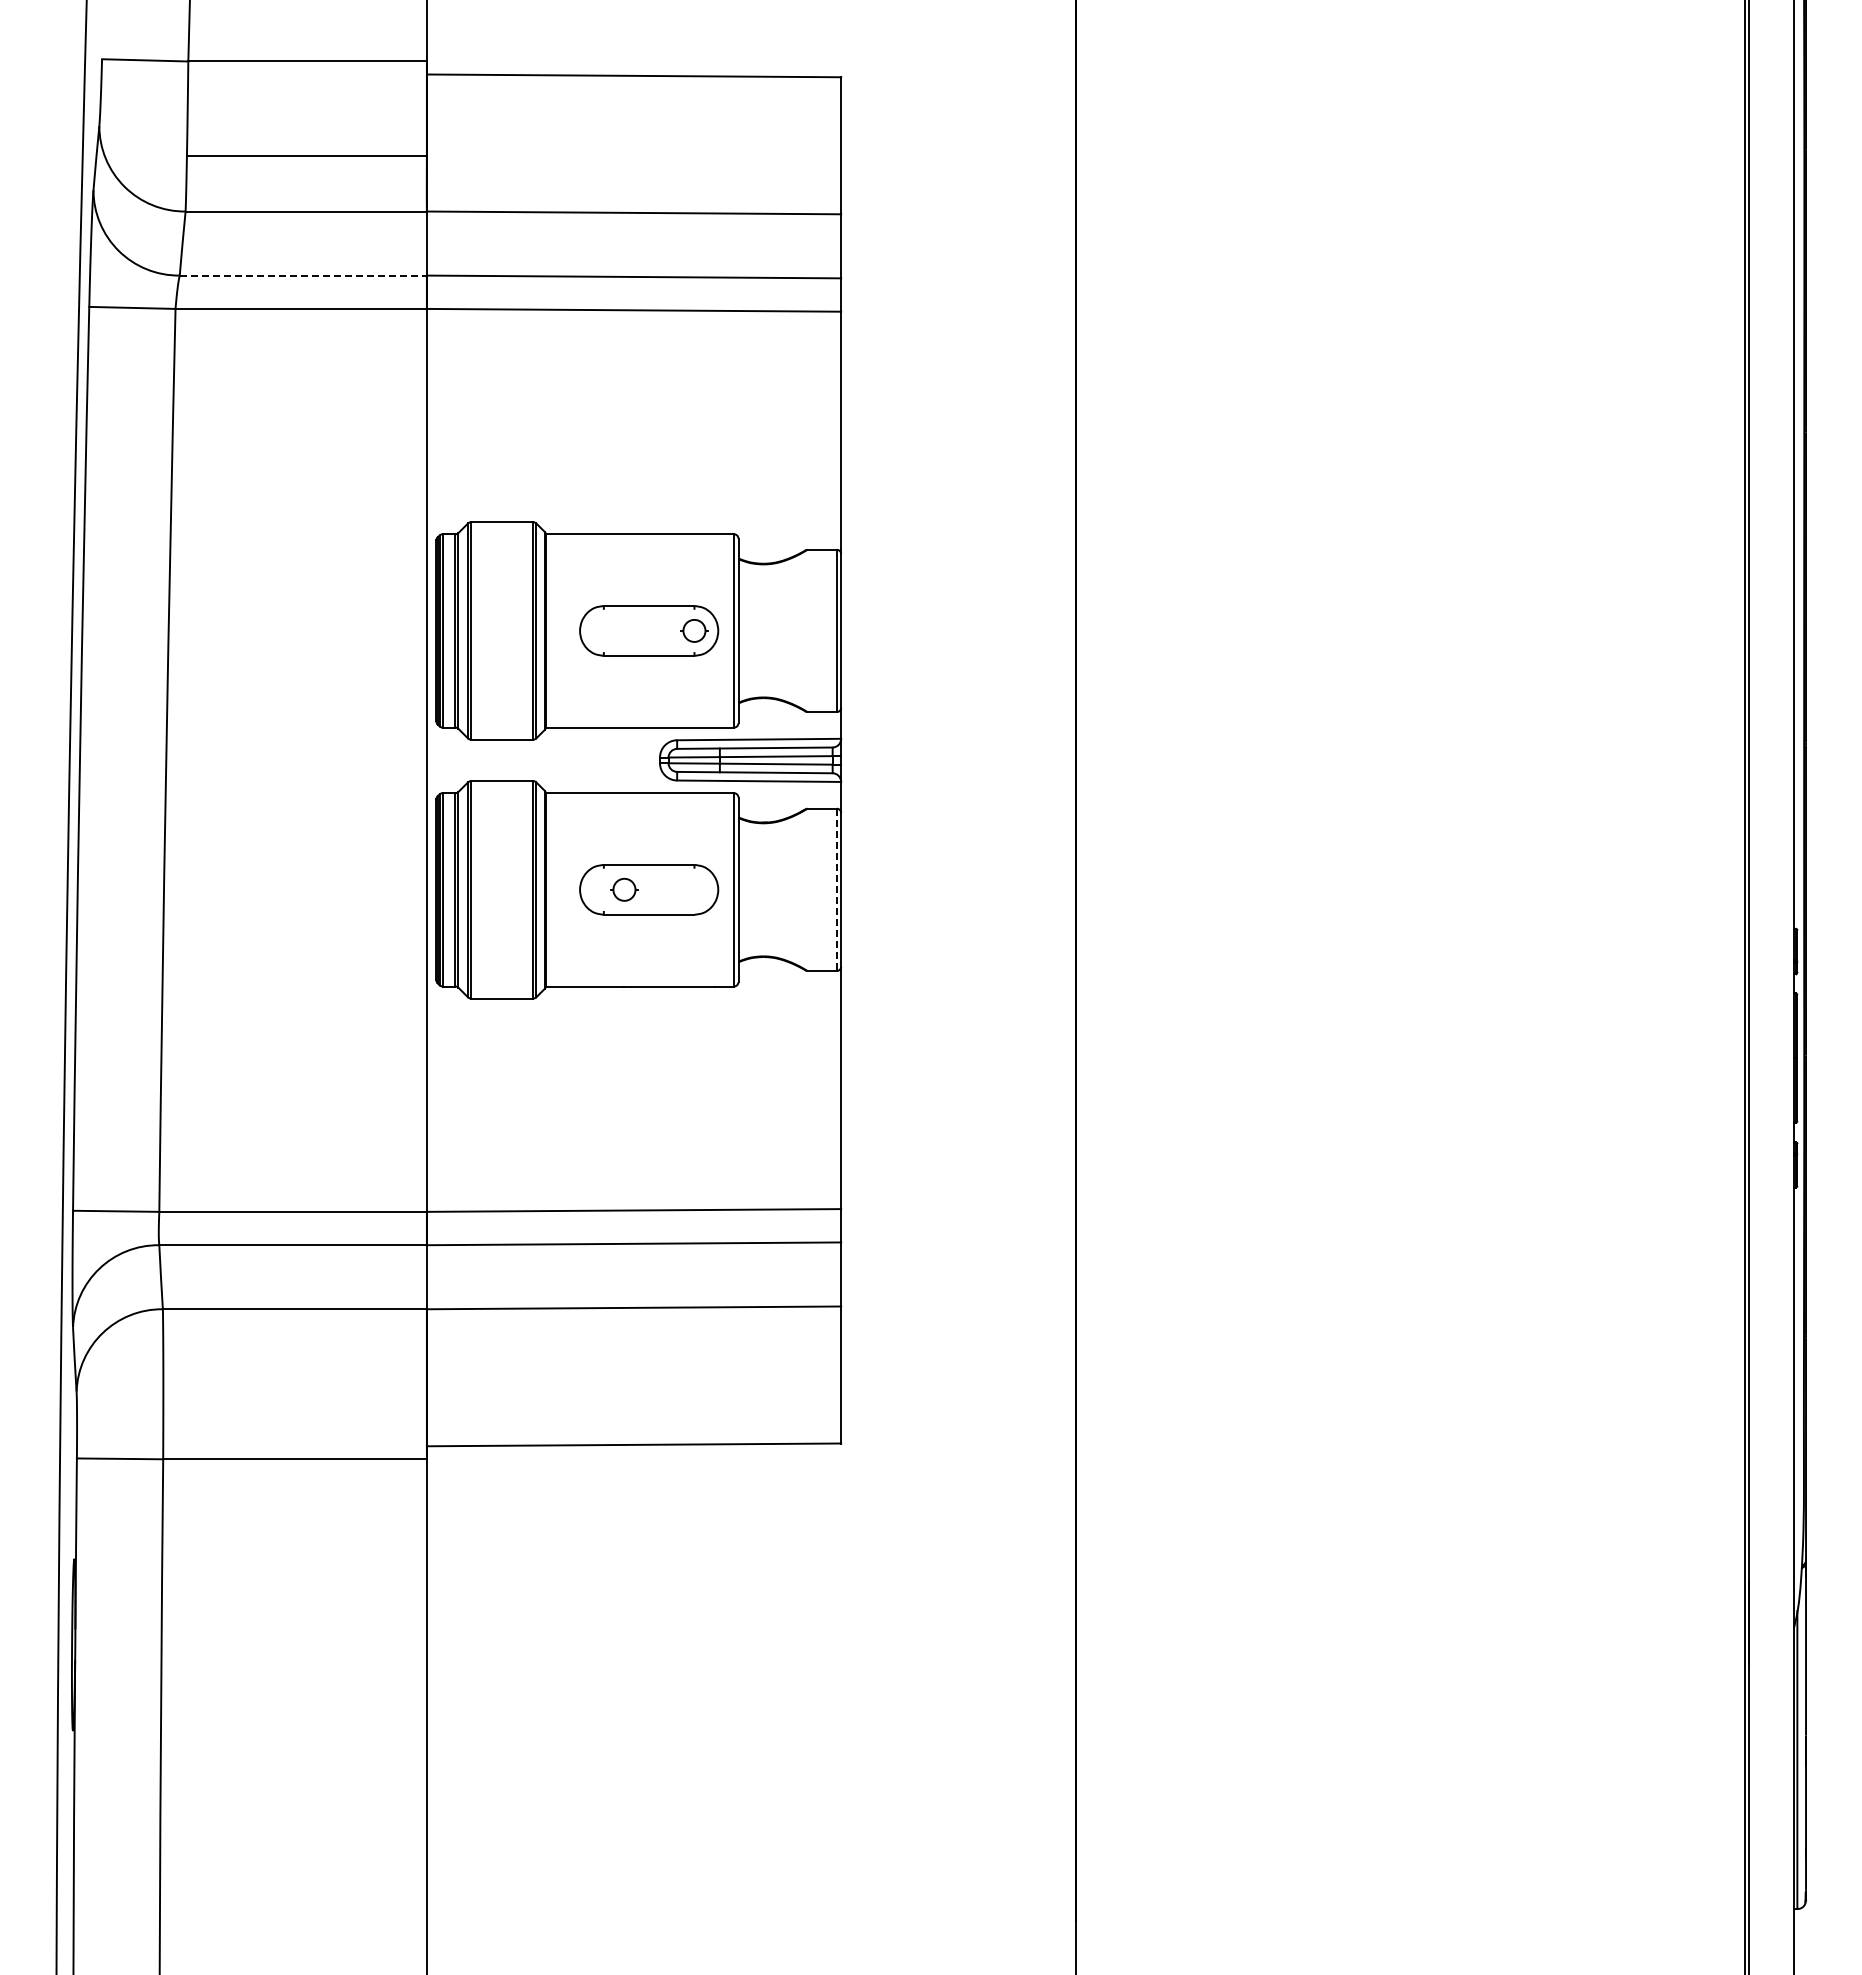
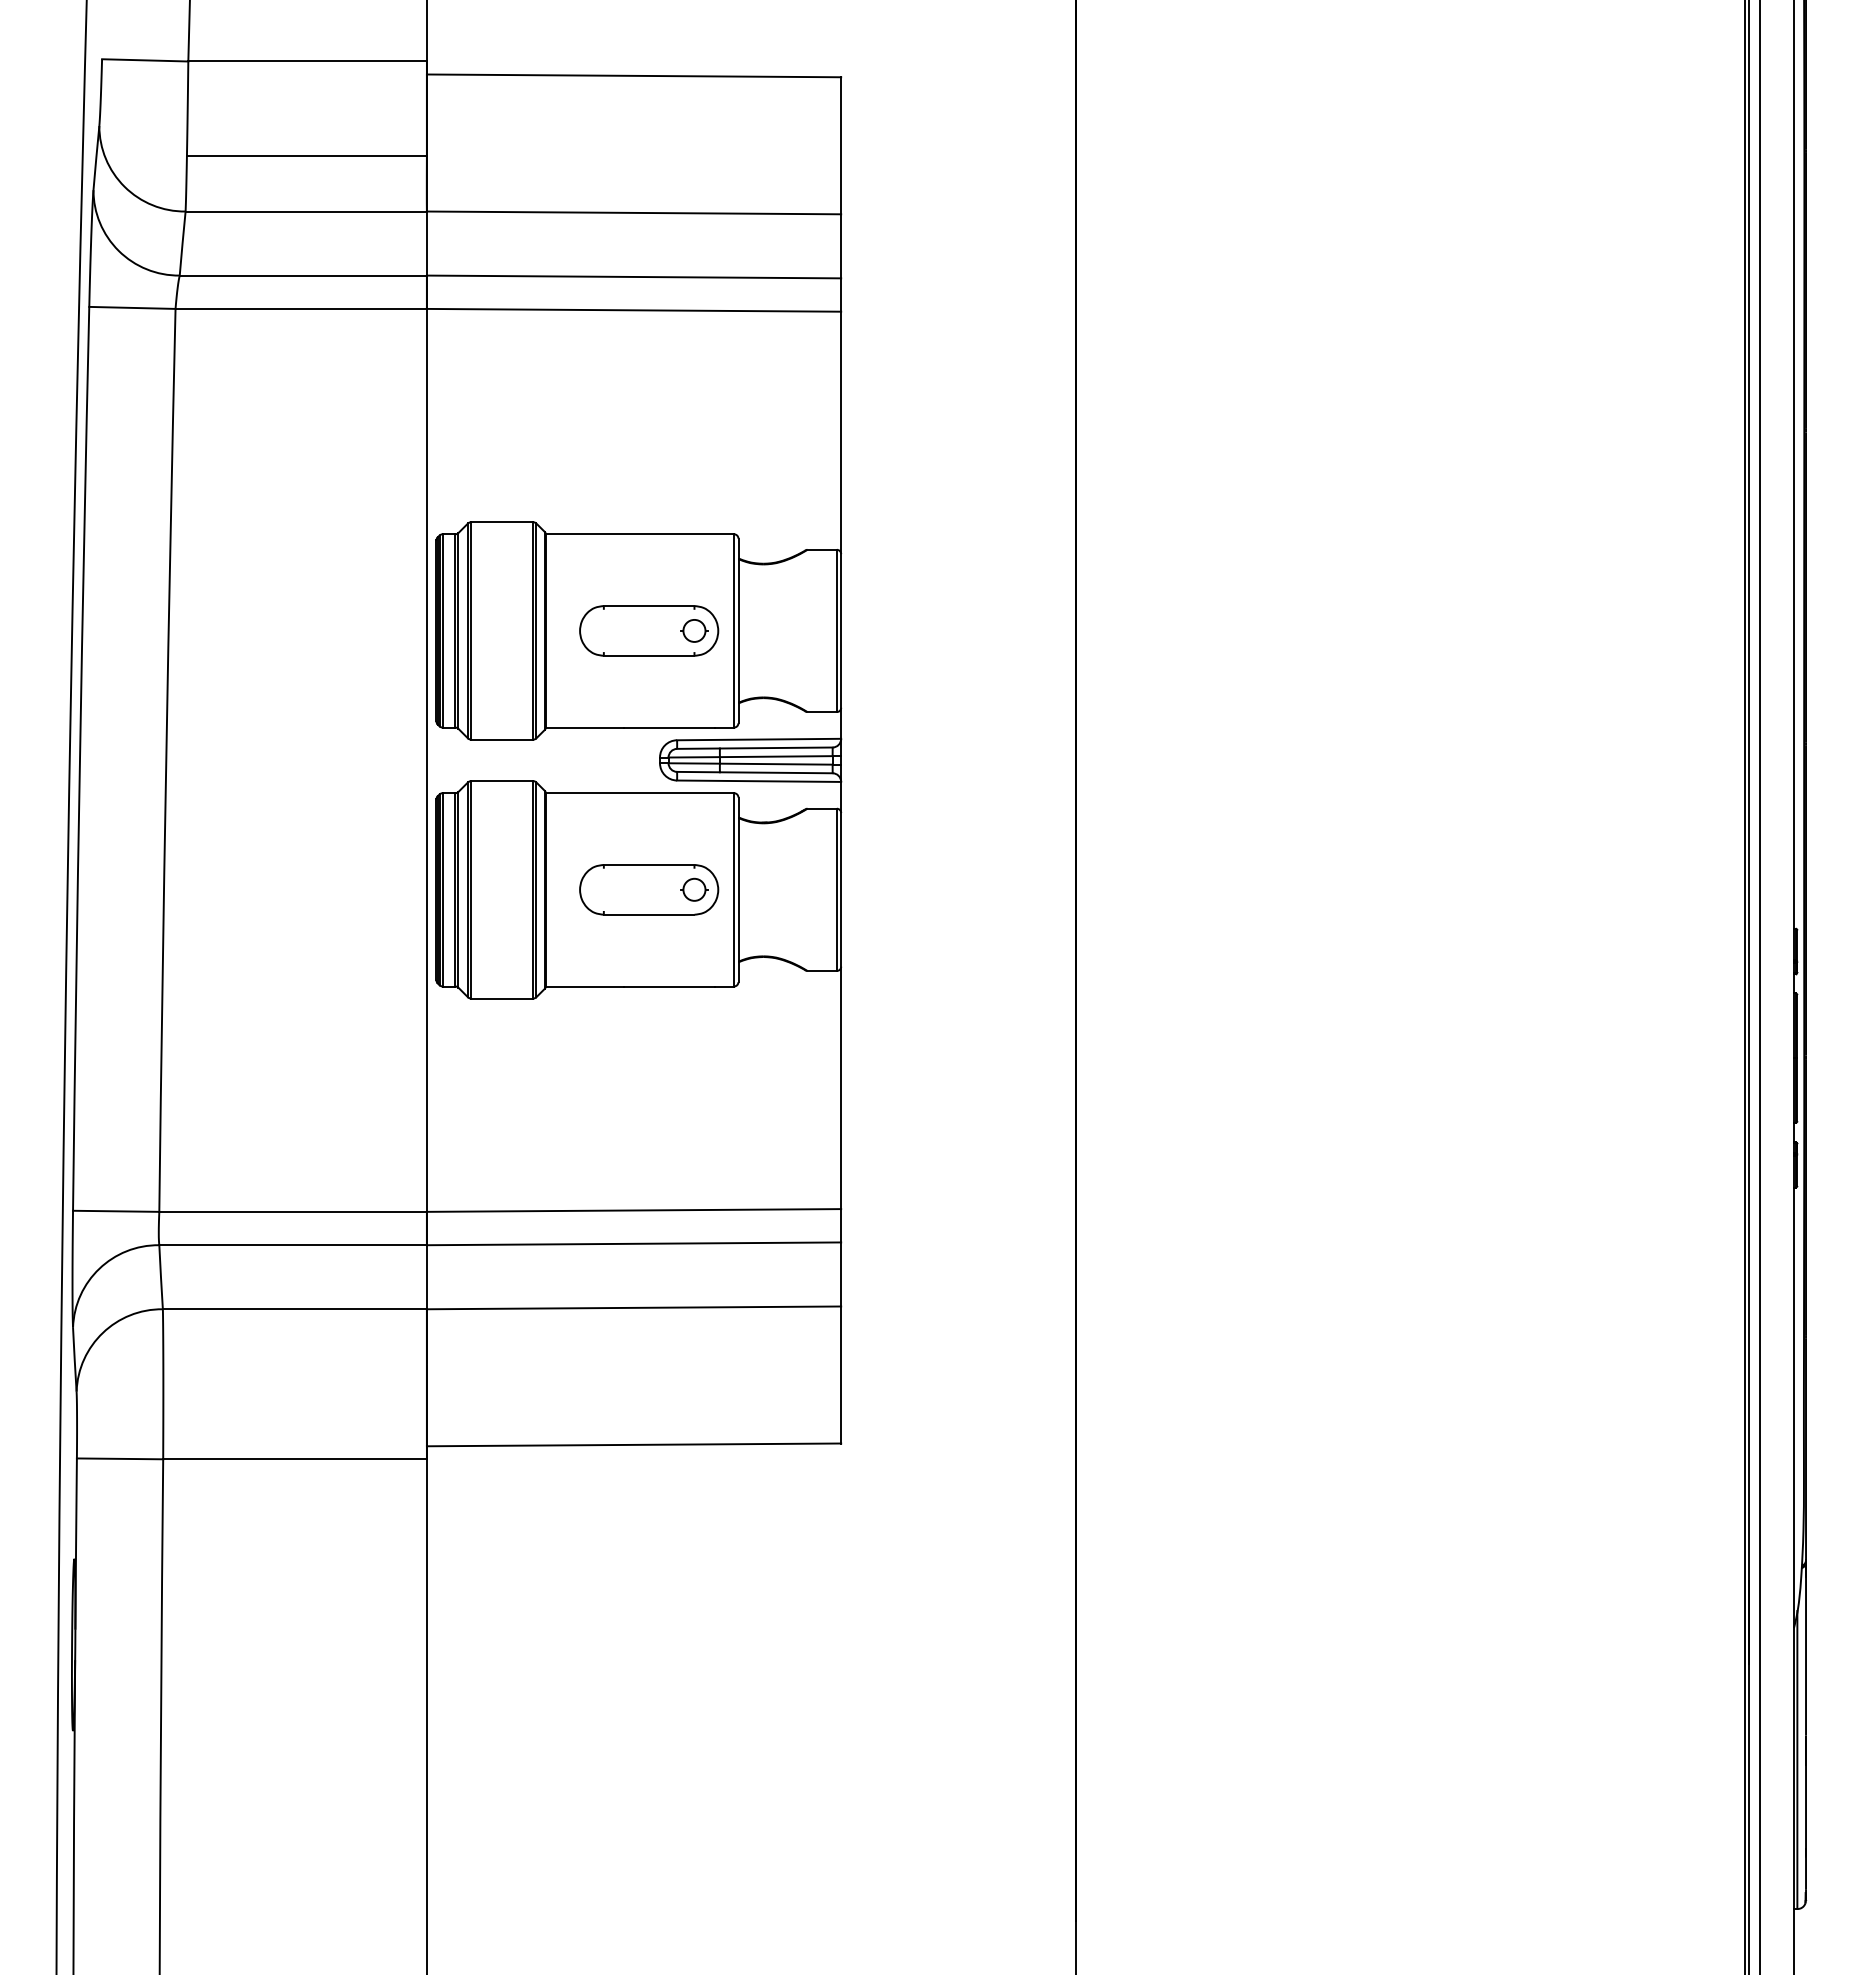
line at (303, 275): dashed -> solid
part at (624, 889) position: (624, 889) -> (694, 889)
line at (836, 890): dashed -> solid
line at (1759, 986): none -> present
